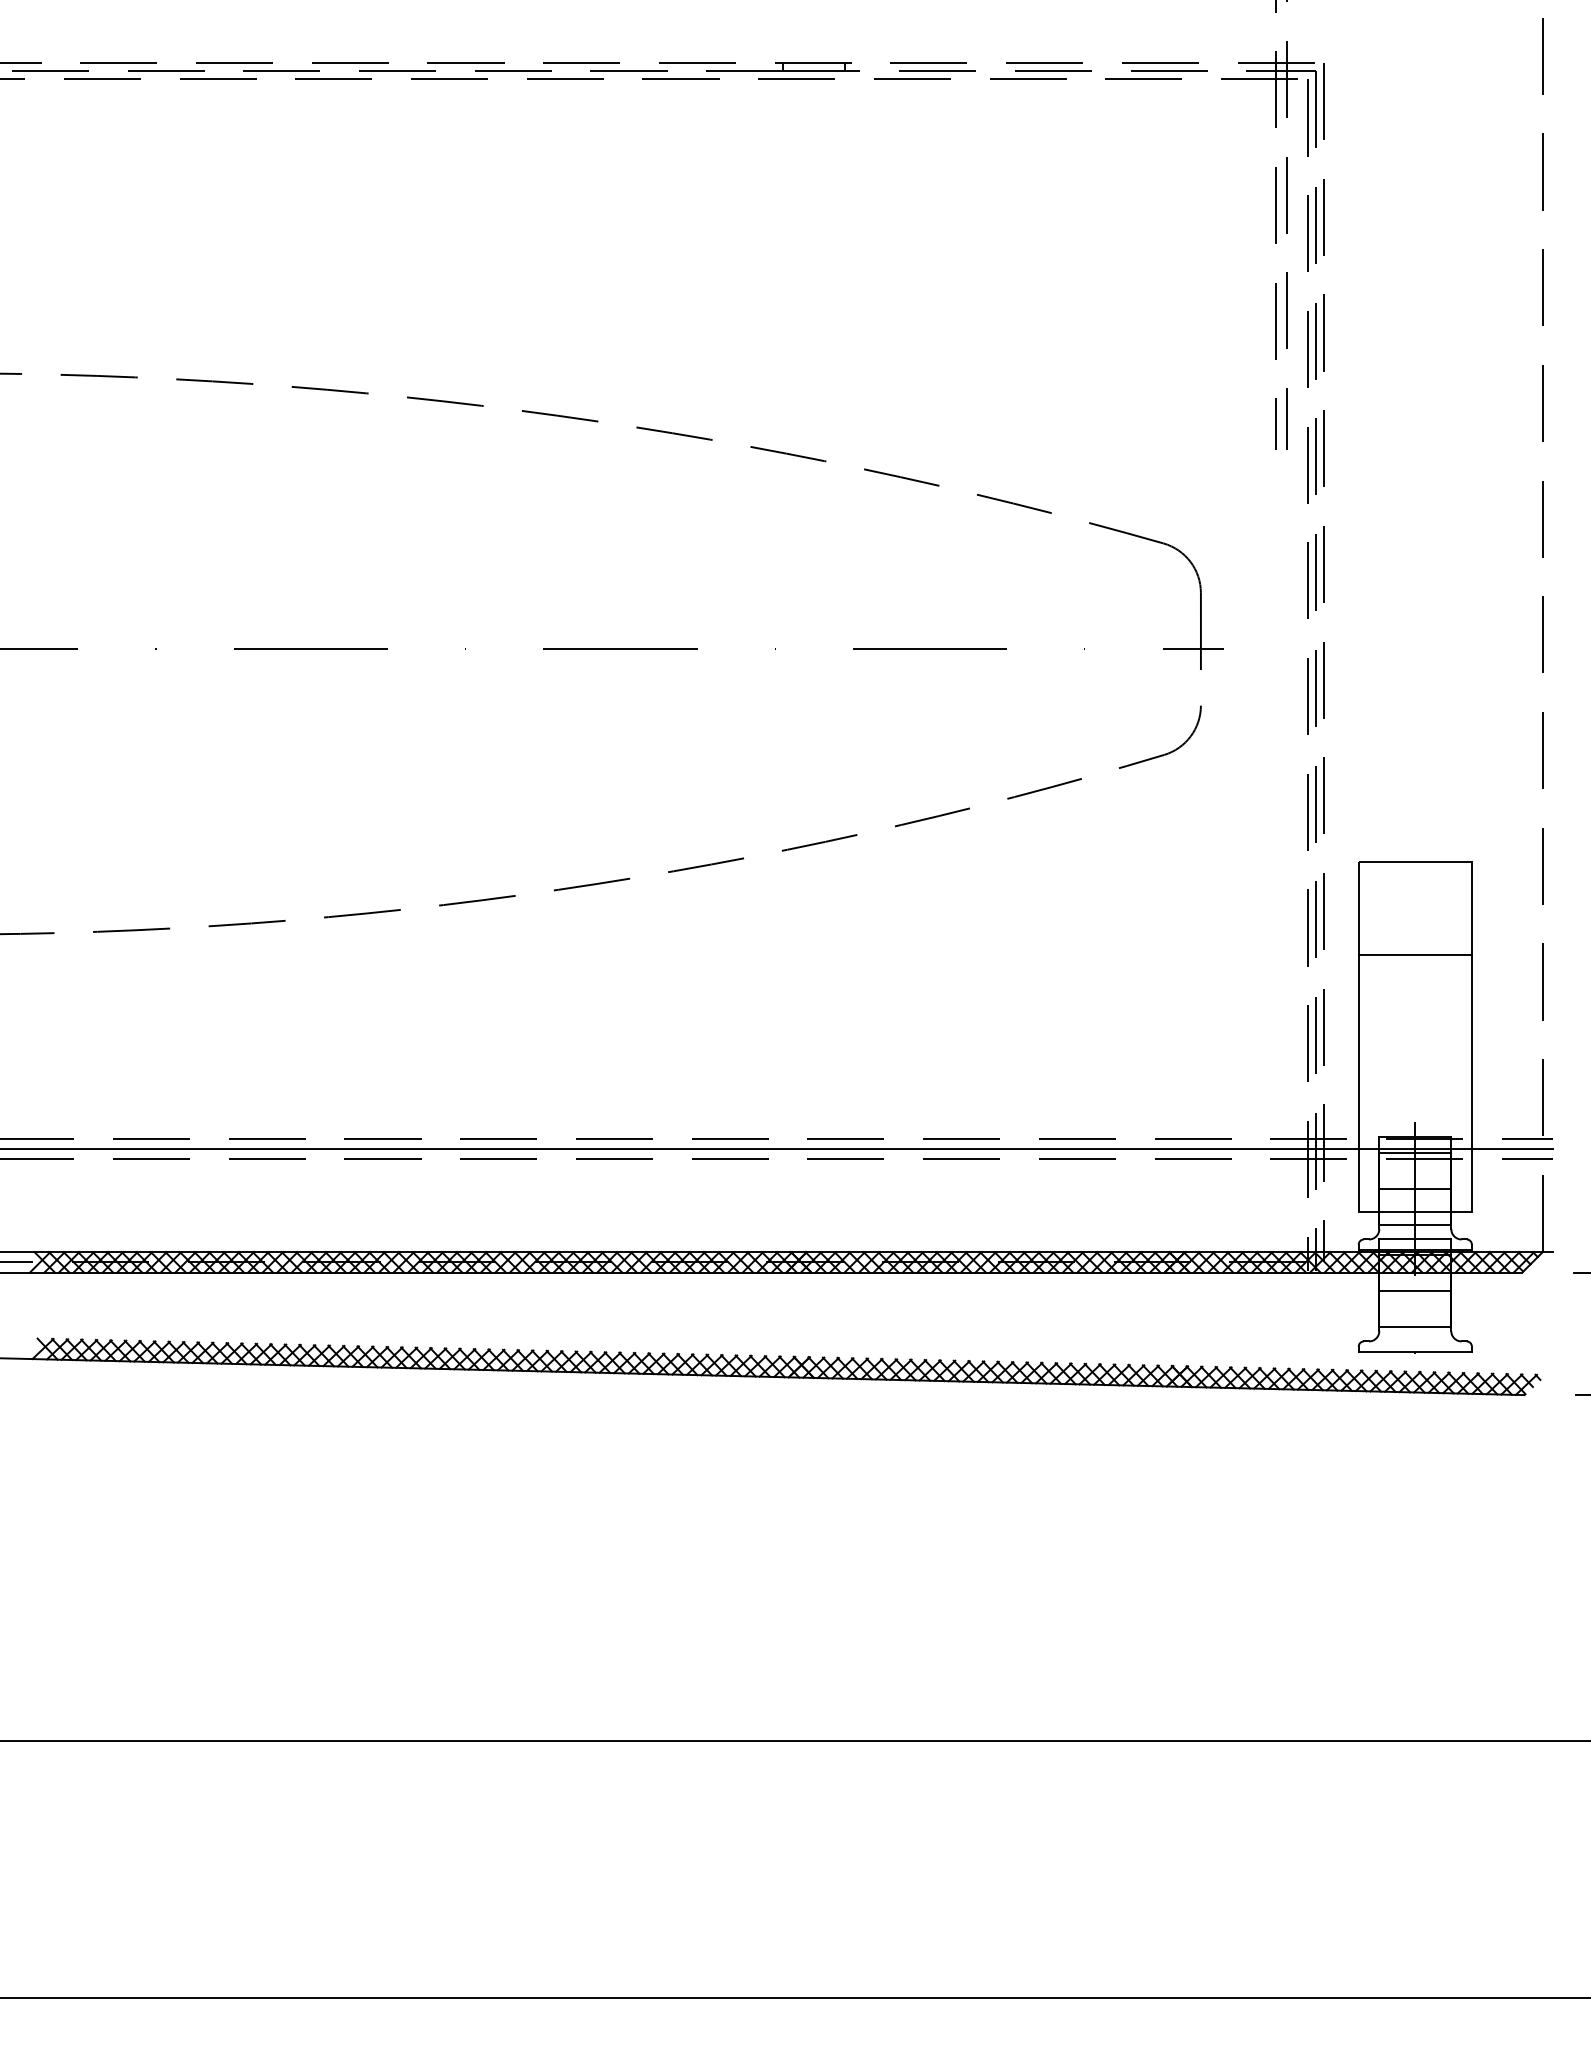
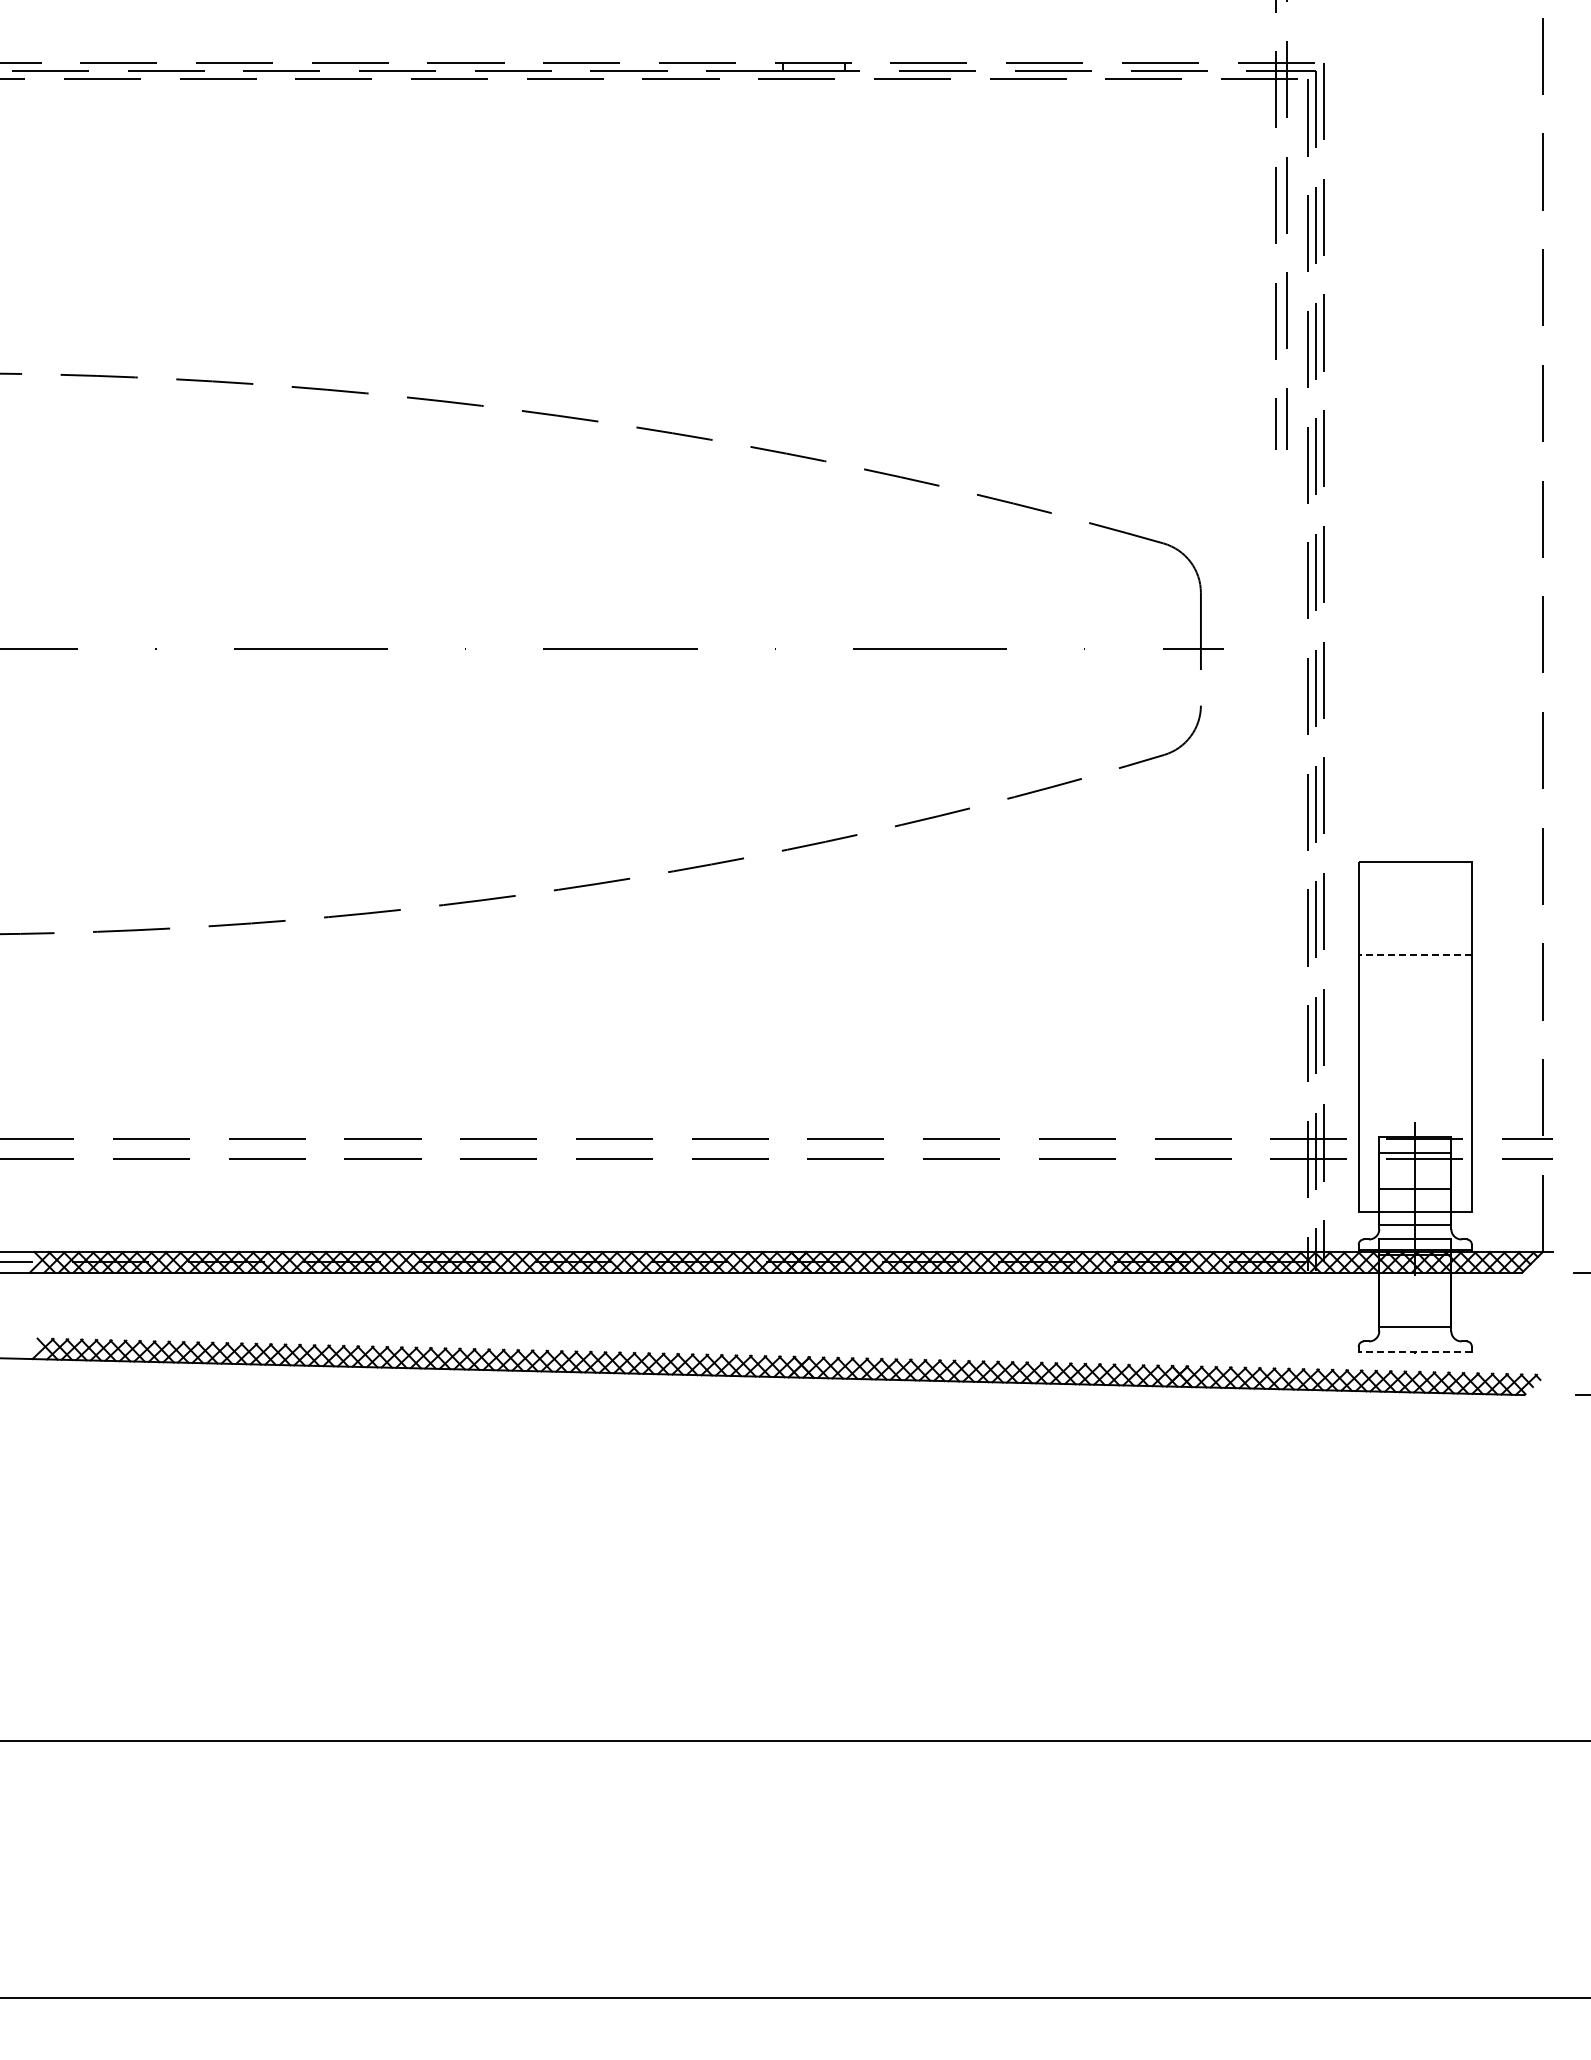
line at (1415, 955): solid -> dashed
line at (777, 1149): present -> none
line at (1415, 1290): present -> none
line at (1415, 1352): solid -> dashed
